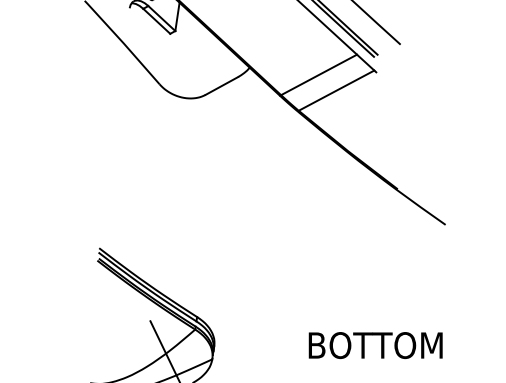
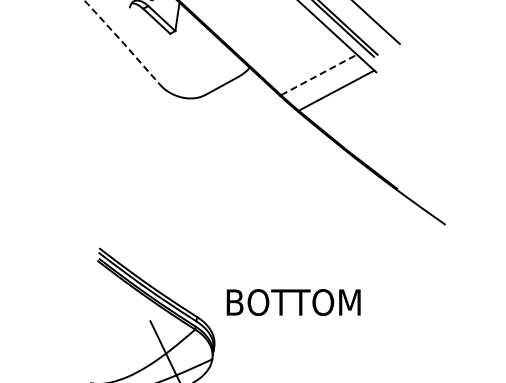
line at (122, 42): solid -> dashed
line at (319, 74): solid -> dashed
text at (375, 345) position: (375, 345) -> (293, 302)
